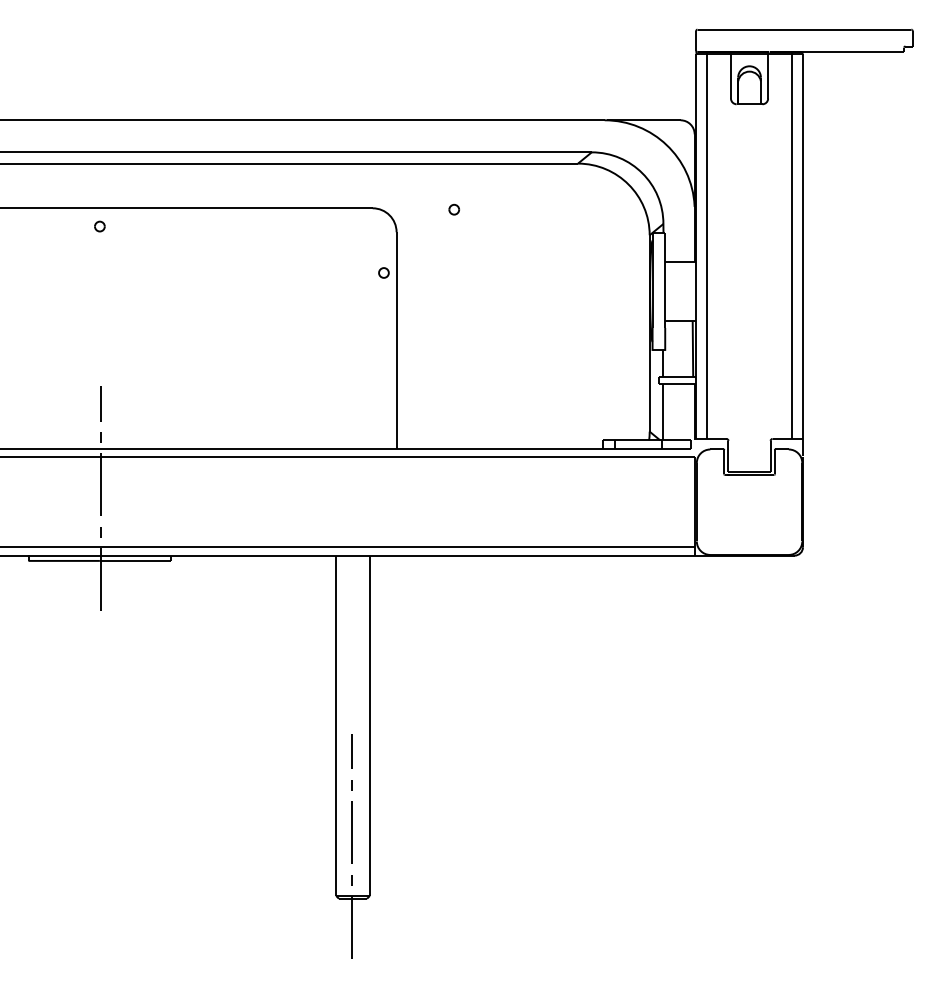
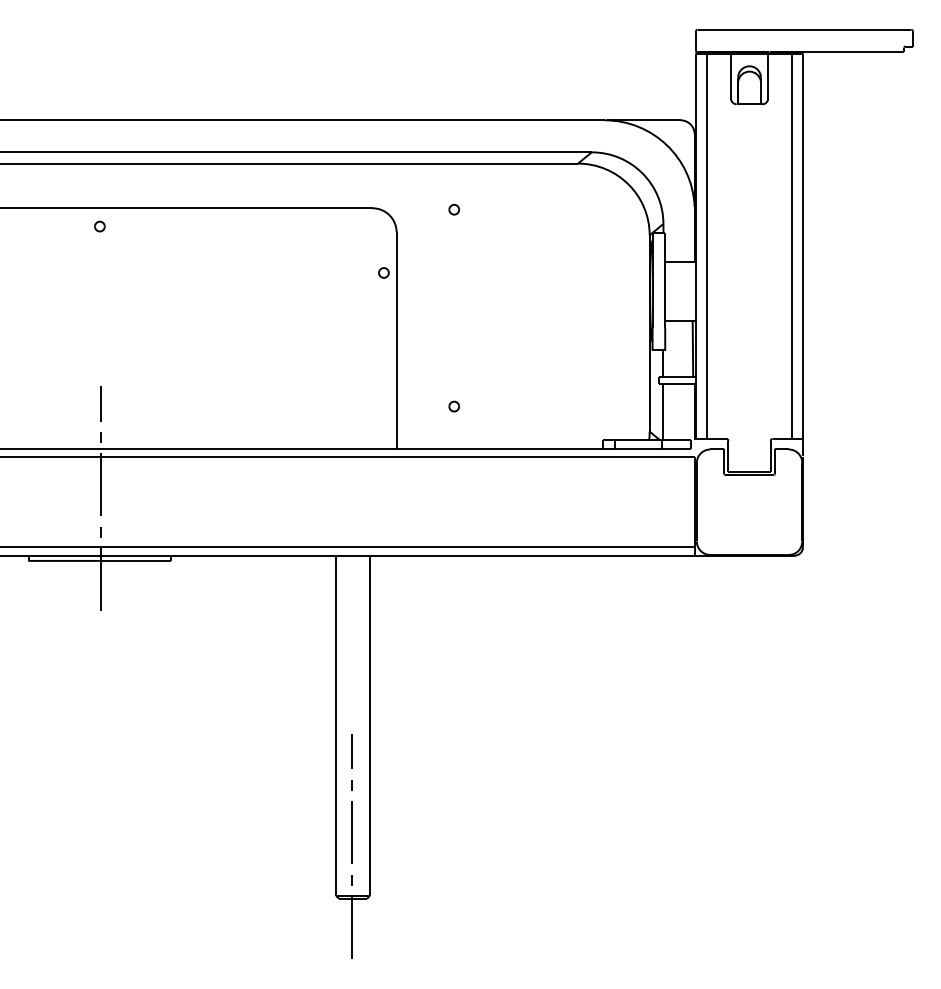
part at (453, 406): none -> present
